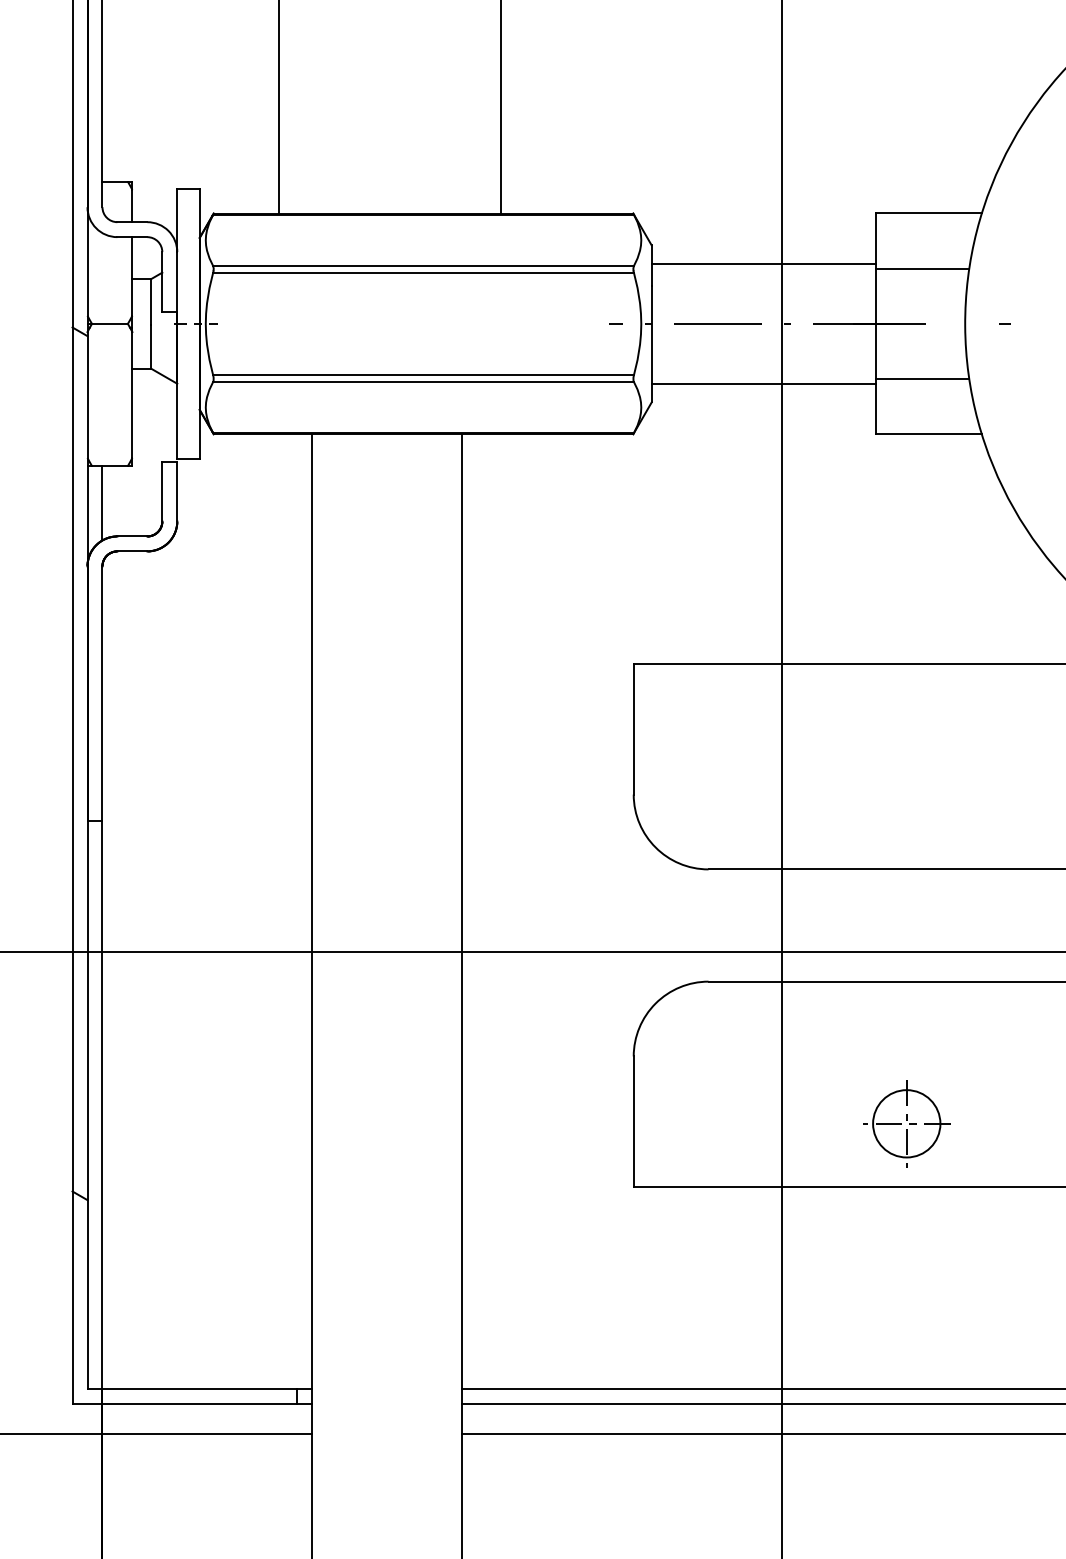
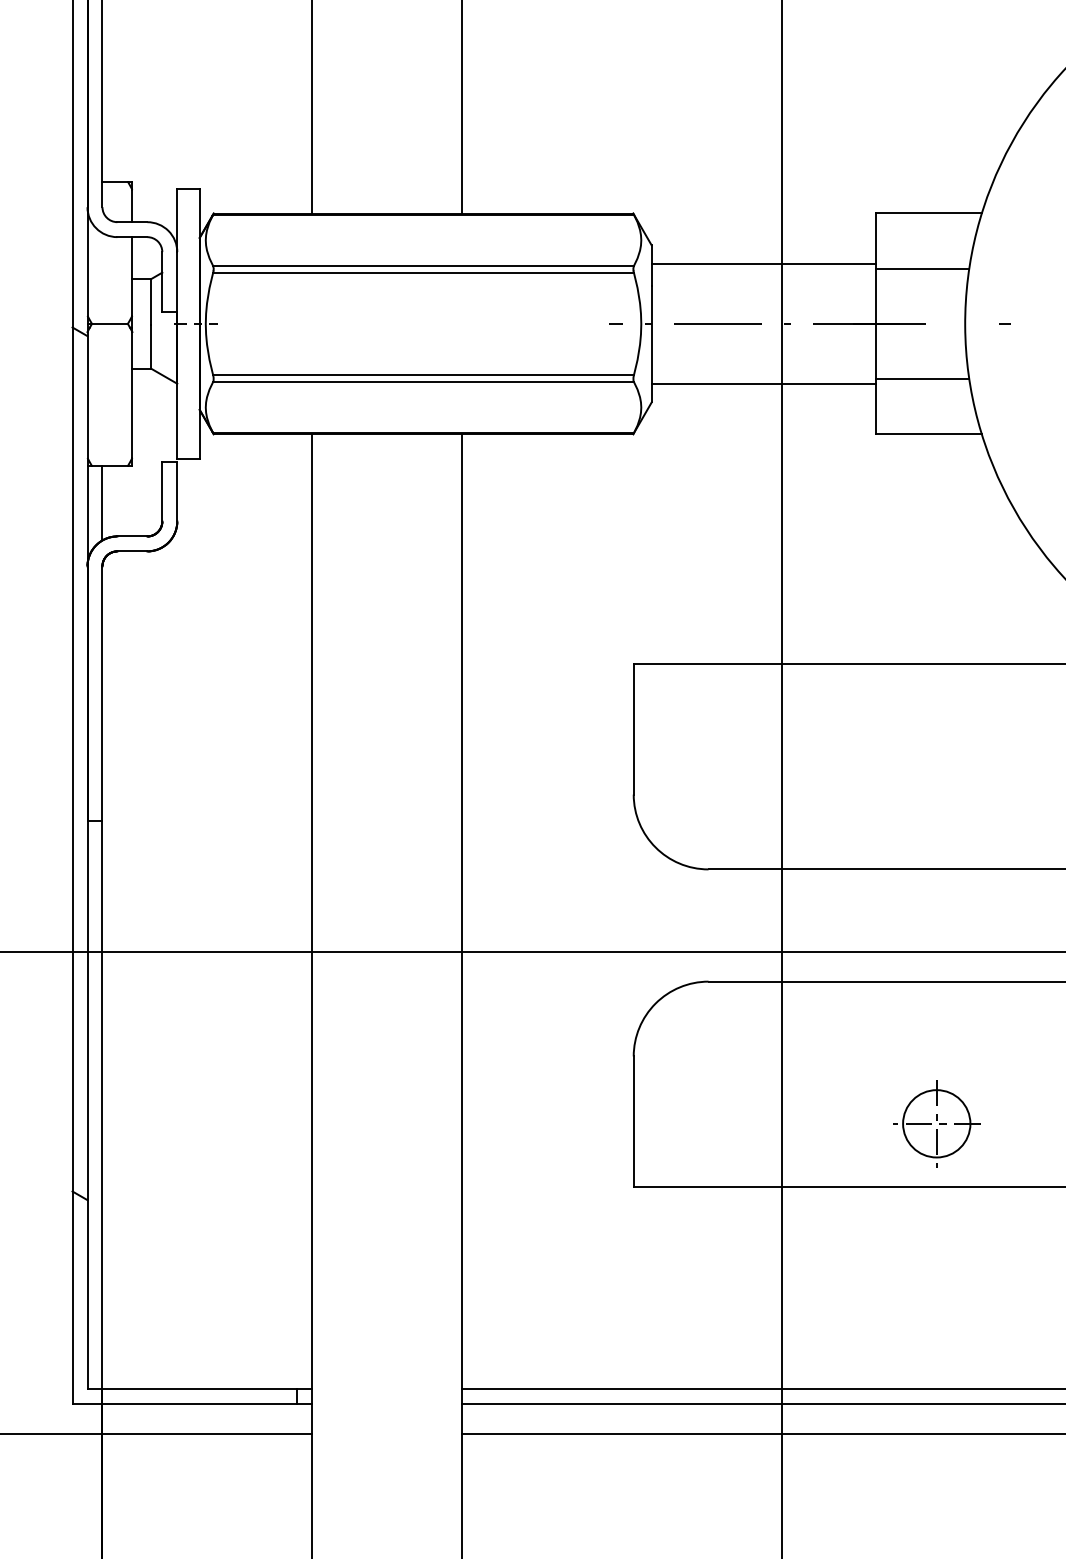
line at (278, 107) position: (278, 107) -> (311, 107)
line at (500, 107) position: (500, 107) -> (461, 107)
part at (906, 1123) position: (906, 1123) -> (936, 1123)
